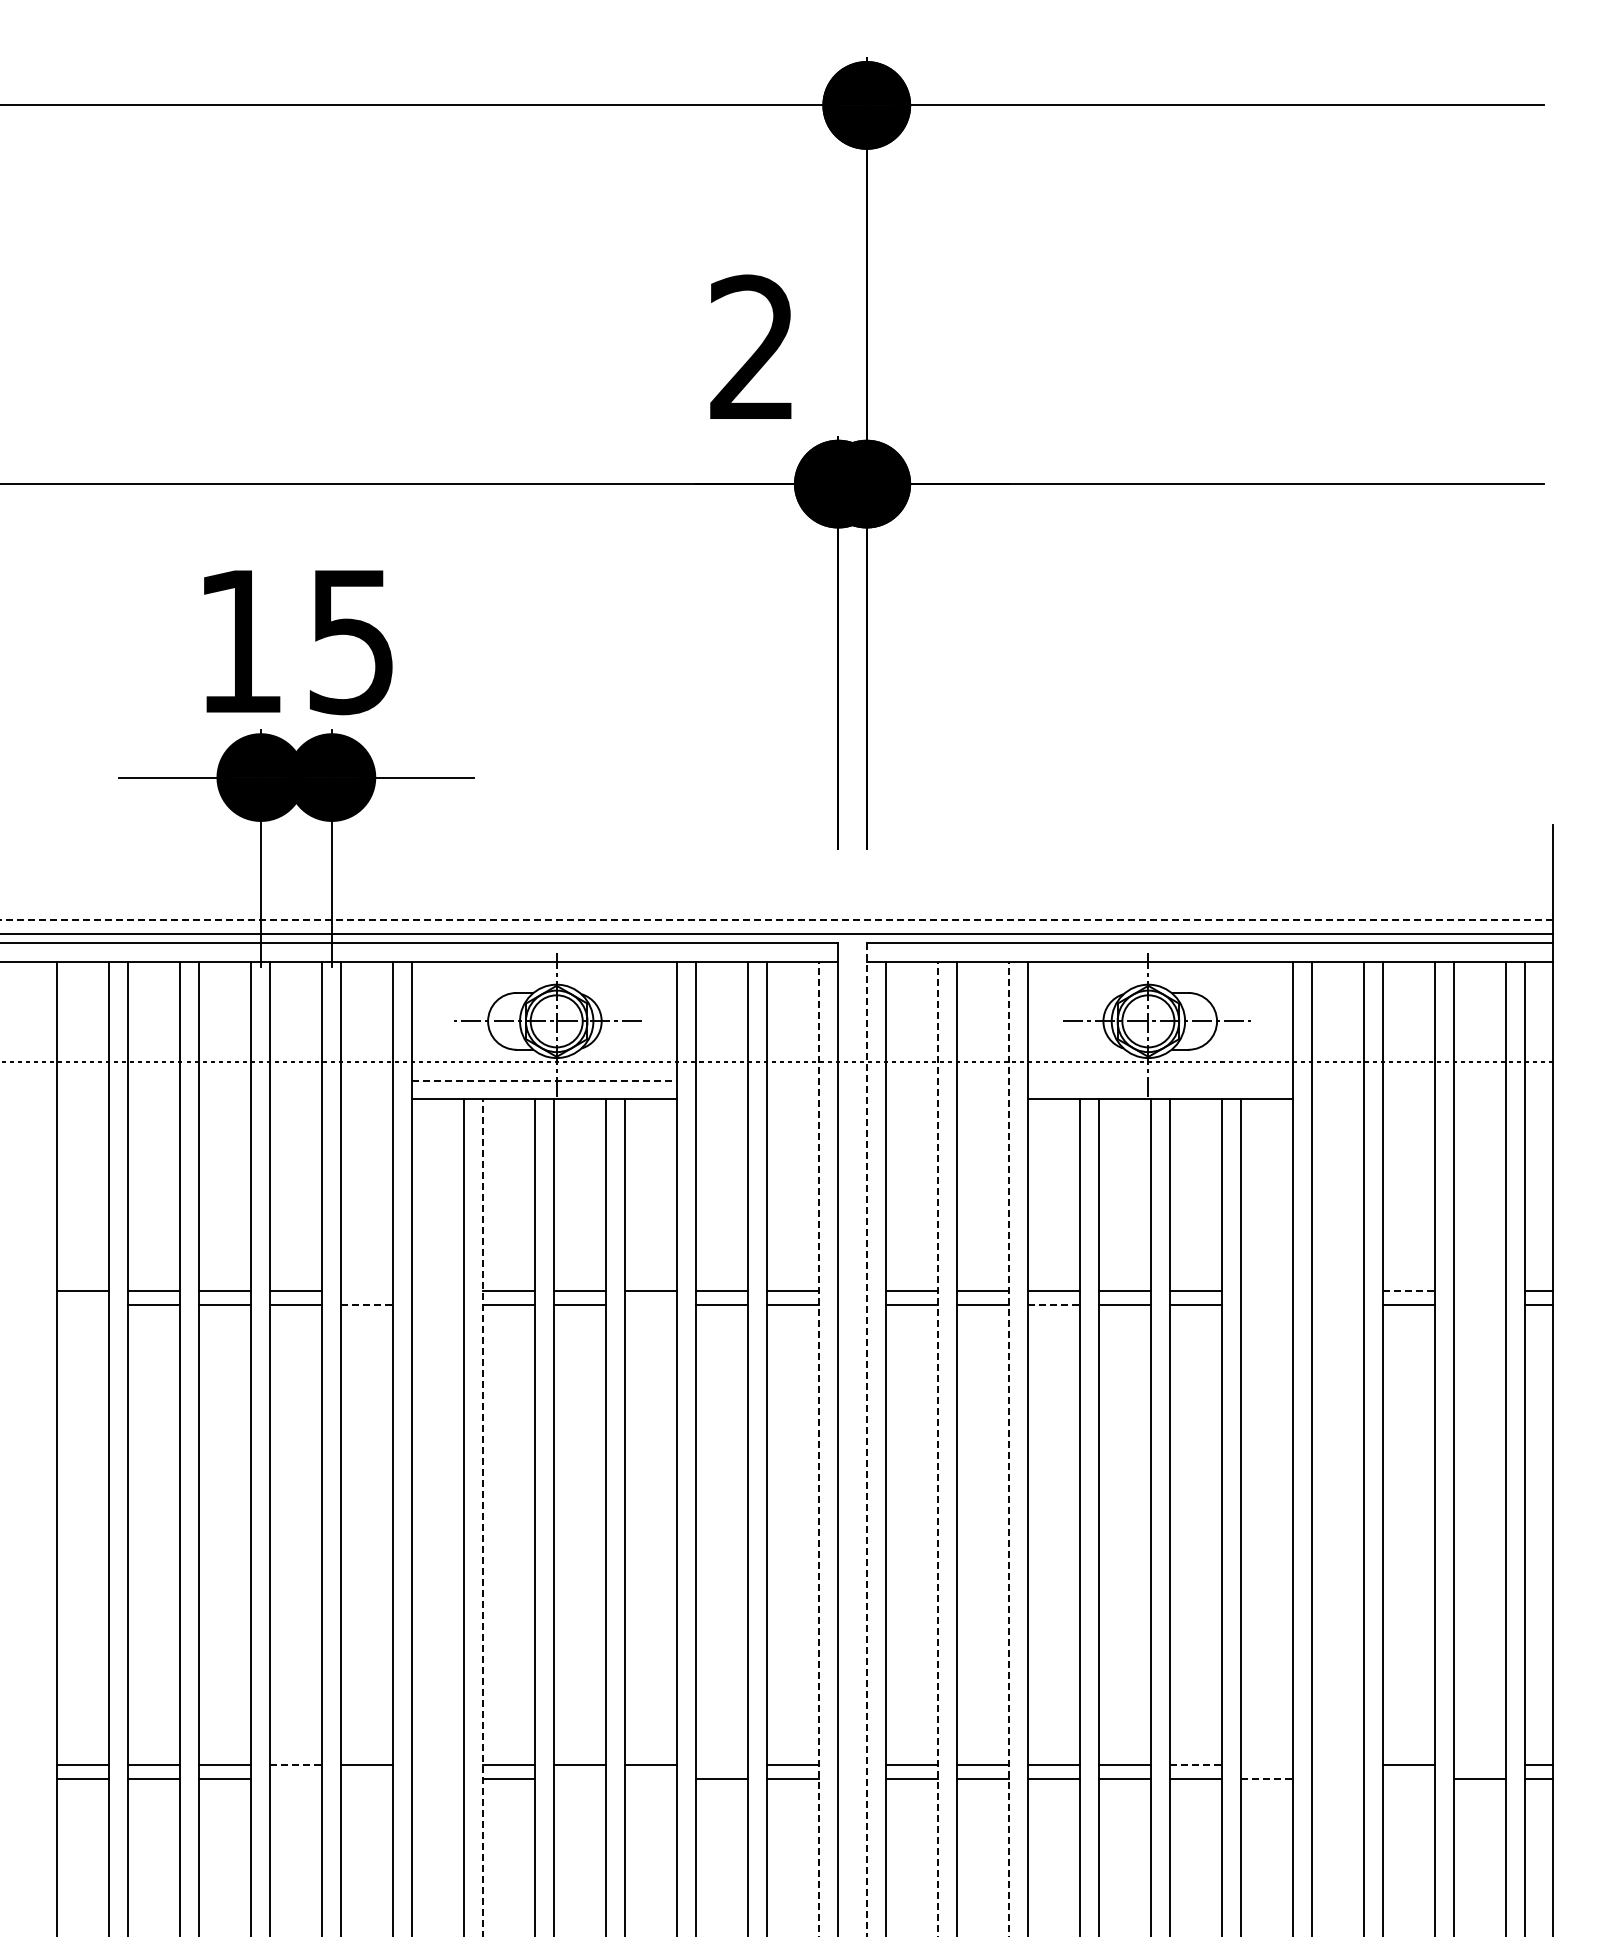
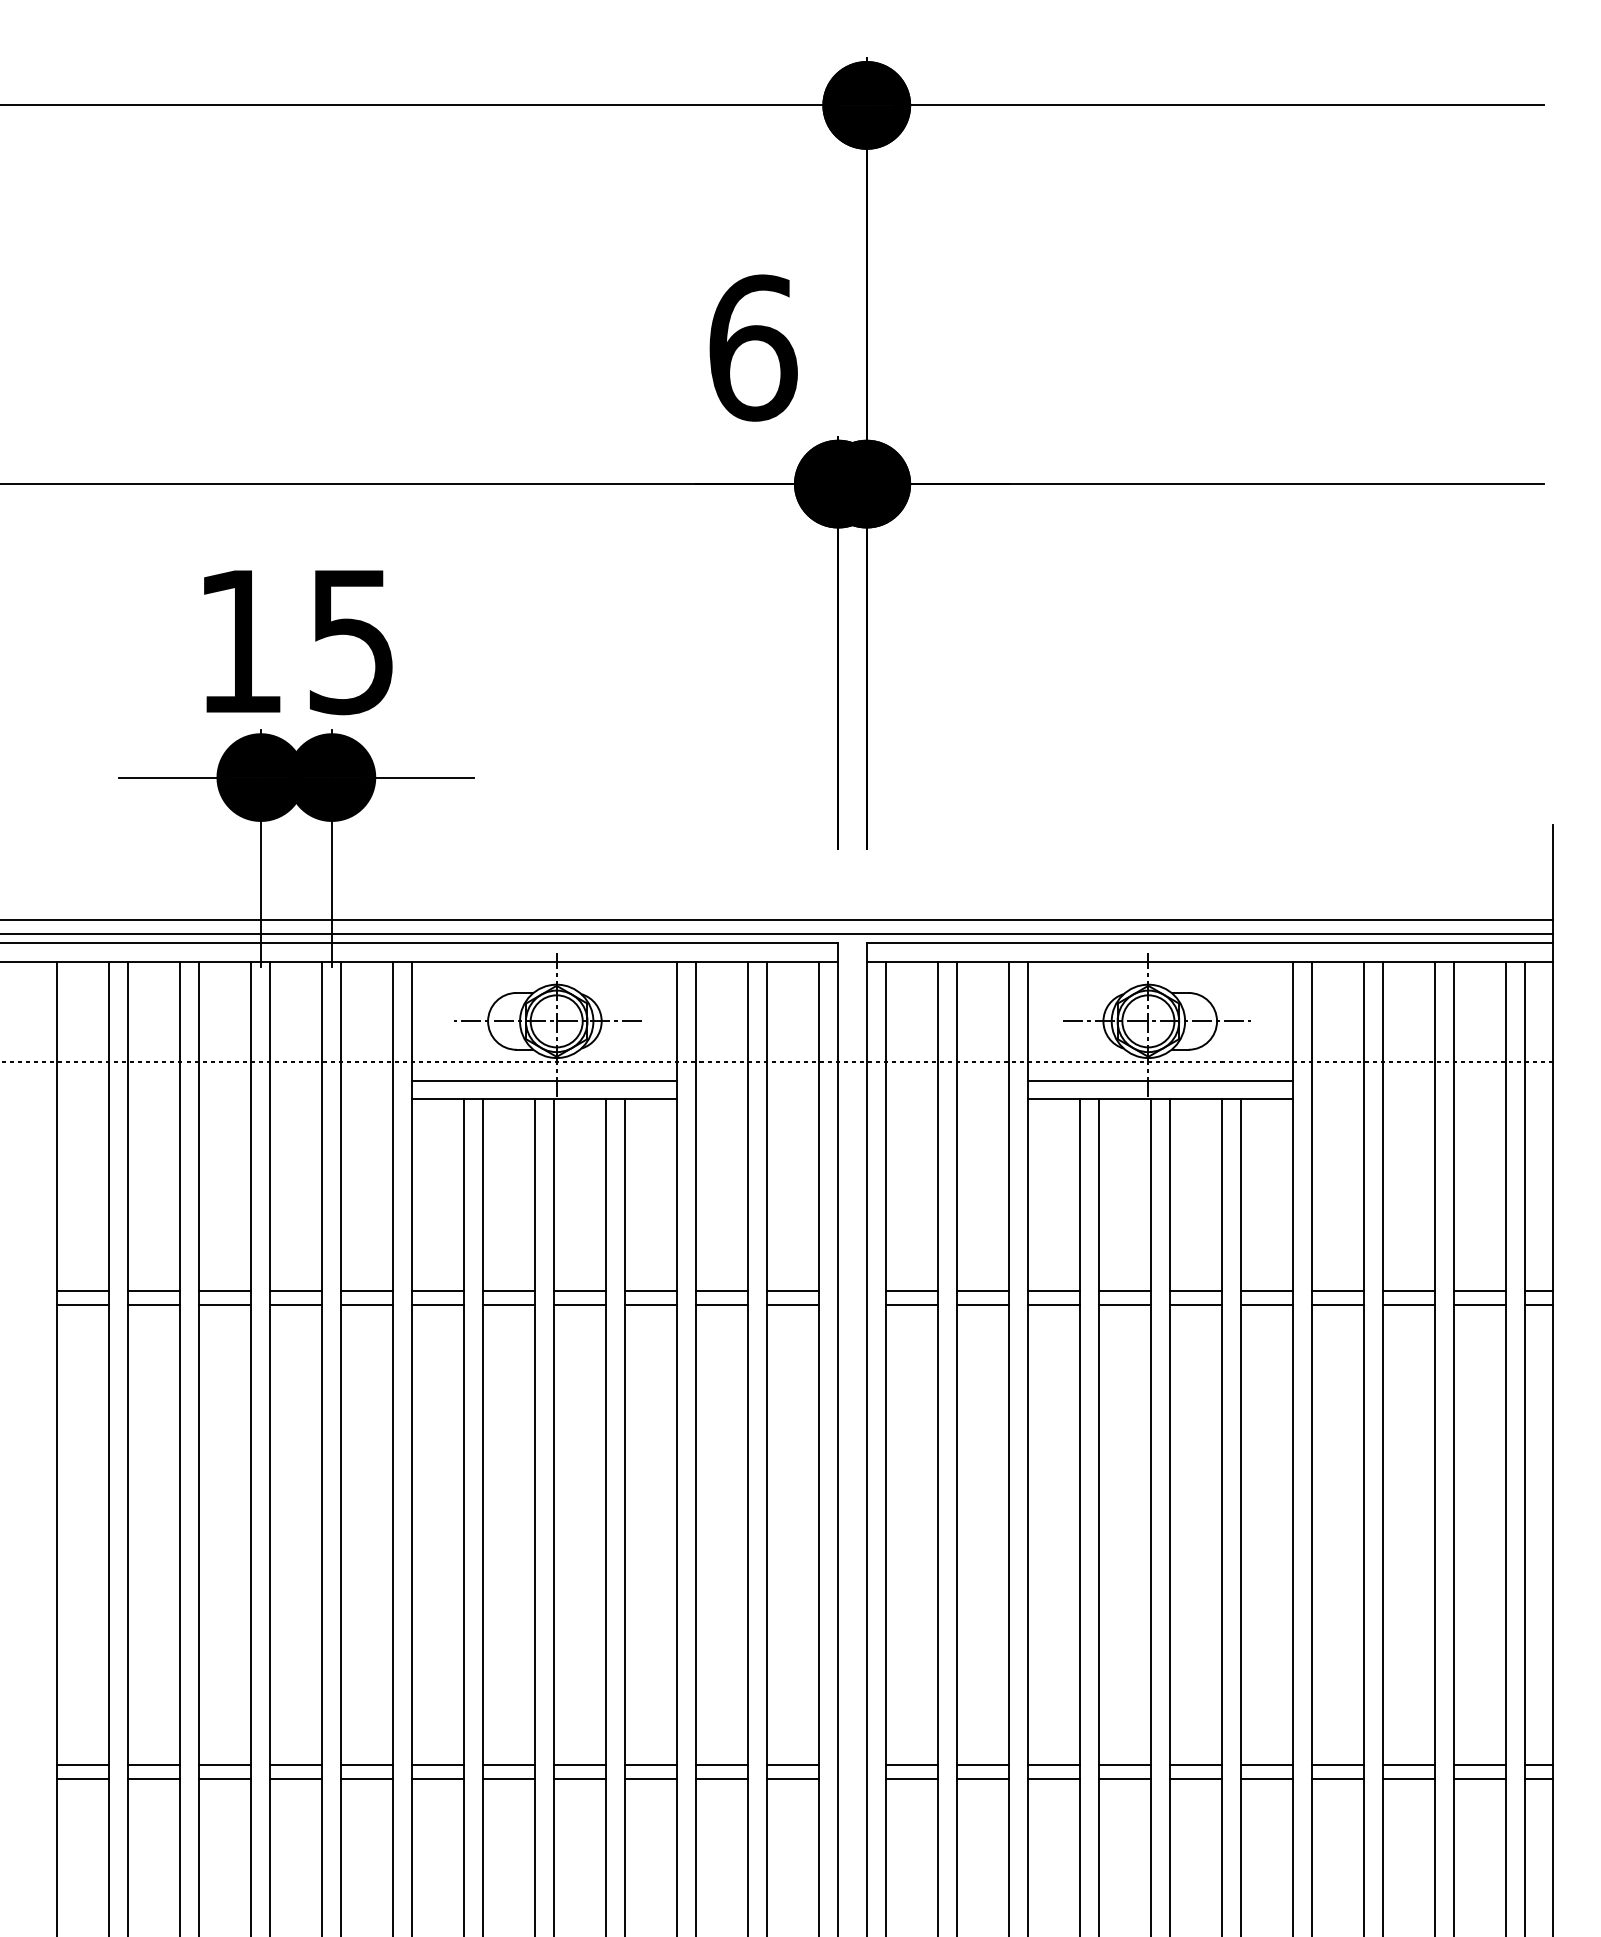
text at (753, 347): 2 -> 6
line at (776, 919): dashed -> solid
line at (544, 1080): dashed -> solid
line at (1159, 1080): none -> present
line at (367, 1291): none -> present
line at (438, 1291): none -> present
line at (1266, 1291): none -> present
line at (1337, 1291): none -> present
line at (1409, 1291): dashed -> solid
line at (1479, 1291): none -> present
line at (83, 1305): none -> present
line at (367, 1305): dashed -> solid
line at (438, 1305): none -> present
line at (651, 1305): none -> present
line at (1054, 1305): dashed -> solid
line at (1266, 1305): none -> present
line at (1337, 1305): none -> present
line at (1479, 1305): none -> present
line at (866, 1440): dashed -> solid
line at (819, 1449): dashed -> solid
line at (937, 1449): dashed -> solid
line at (1008, 1449): dashed -> solid
line at (483, 1517): dashed -> solid
line at (296, 1764): dashed -> solid
line at (438, 1764): none -> present
line at (722, 1764): none -> present
line at (1196, 1764): dashed -> solid
line at (1266, 1764): none -> present
line at (1337, 1764): none -> present
line at (1479, 1764): none -> present
line at (296, 1778): none -> present
line at (367, 1778): none -> present
line at (438, 1778): none -> present
line at (580, 1778): none -> present
line at (651, 1778): none -> present
line at (1267, 1778): dashed -> solid
line at (1337, 1778): none -> present
line at (1408, 1778): none -> present
